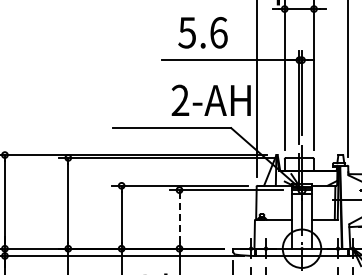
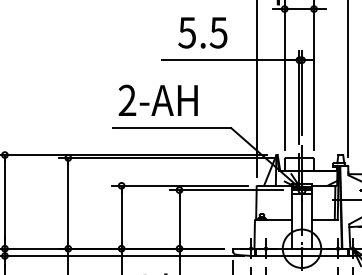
text at (218, 32): 5.6 -> 5.5
text at (210, 99) position: (210, 99) -> (157, 99)
line at (179, 219): dashed -> solid
